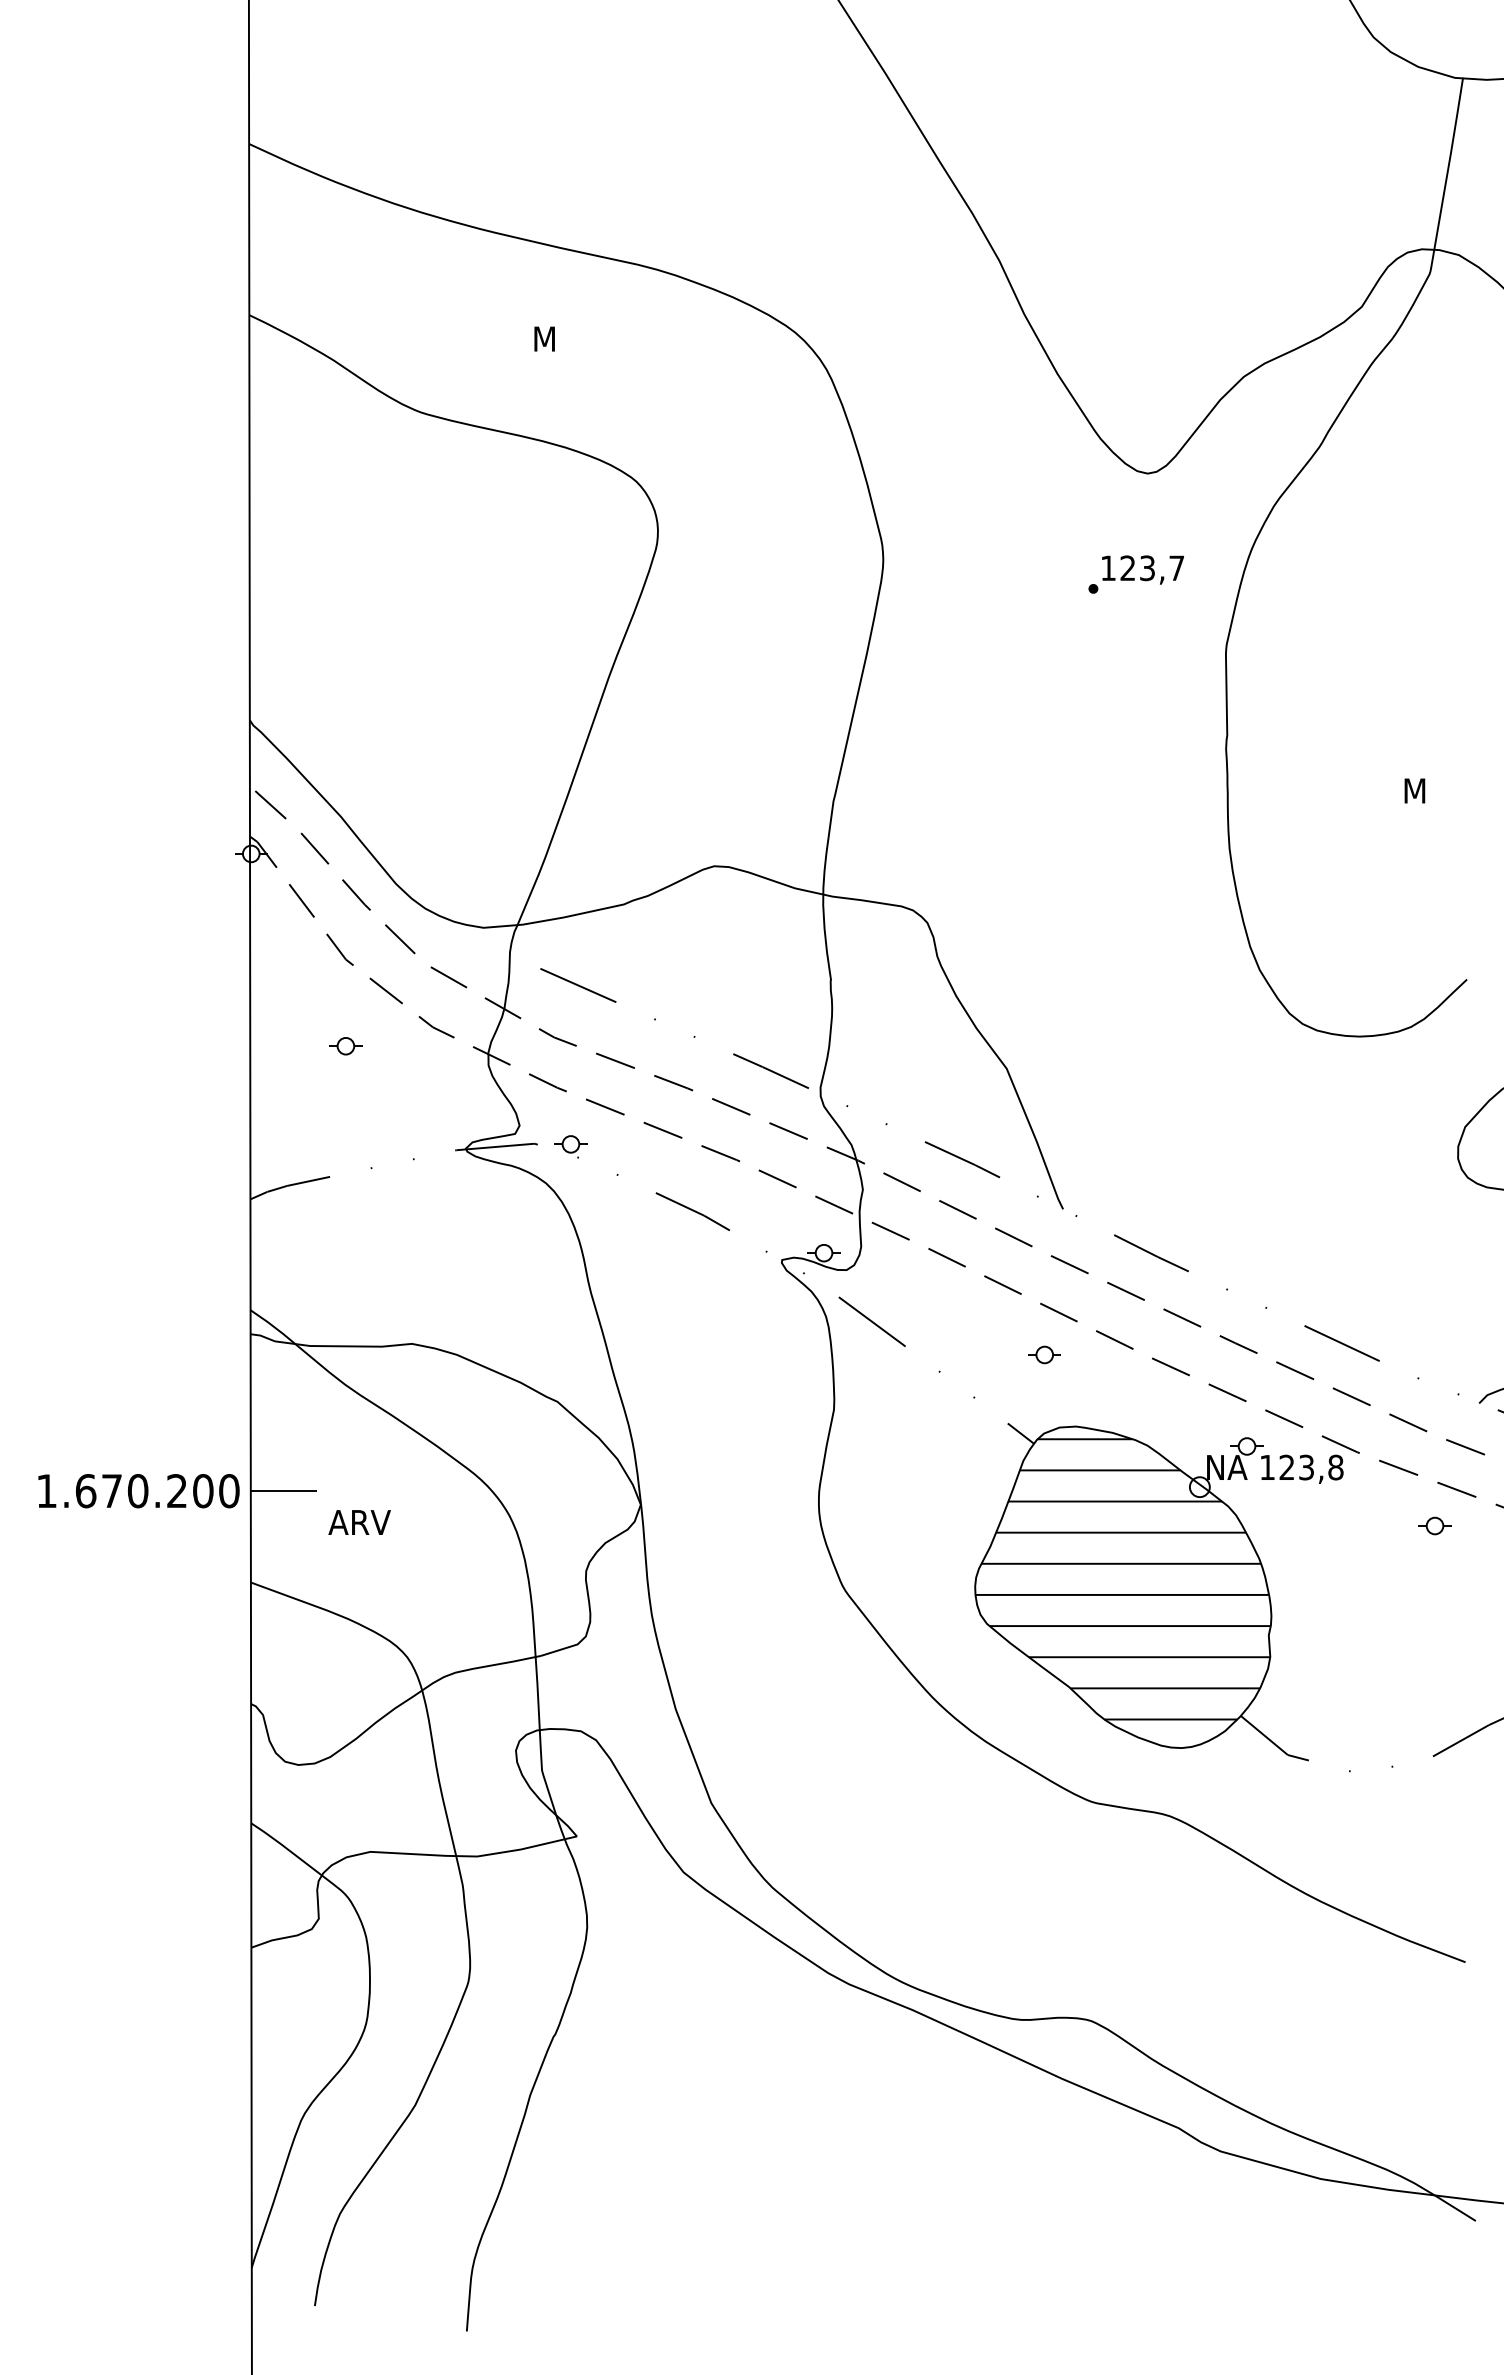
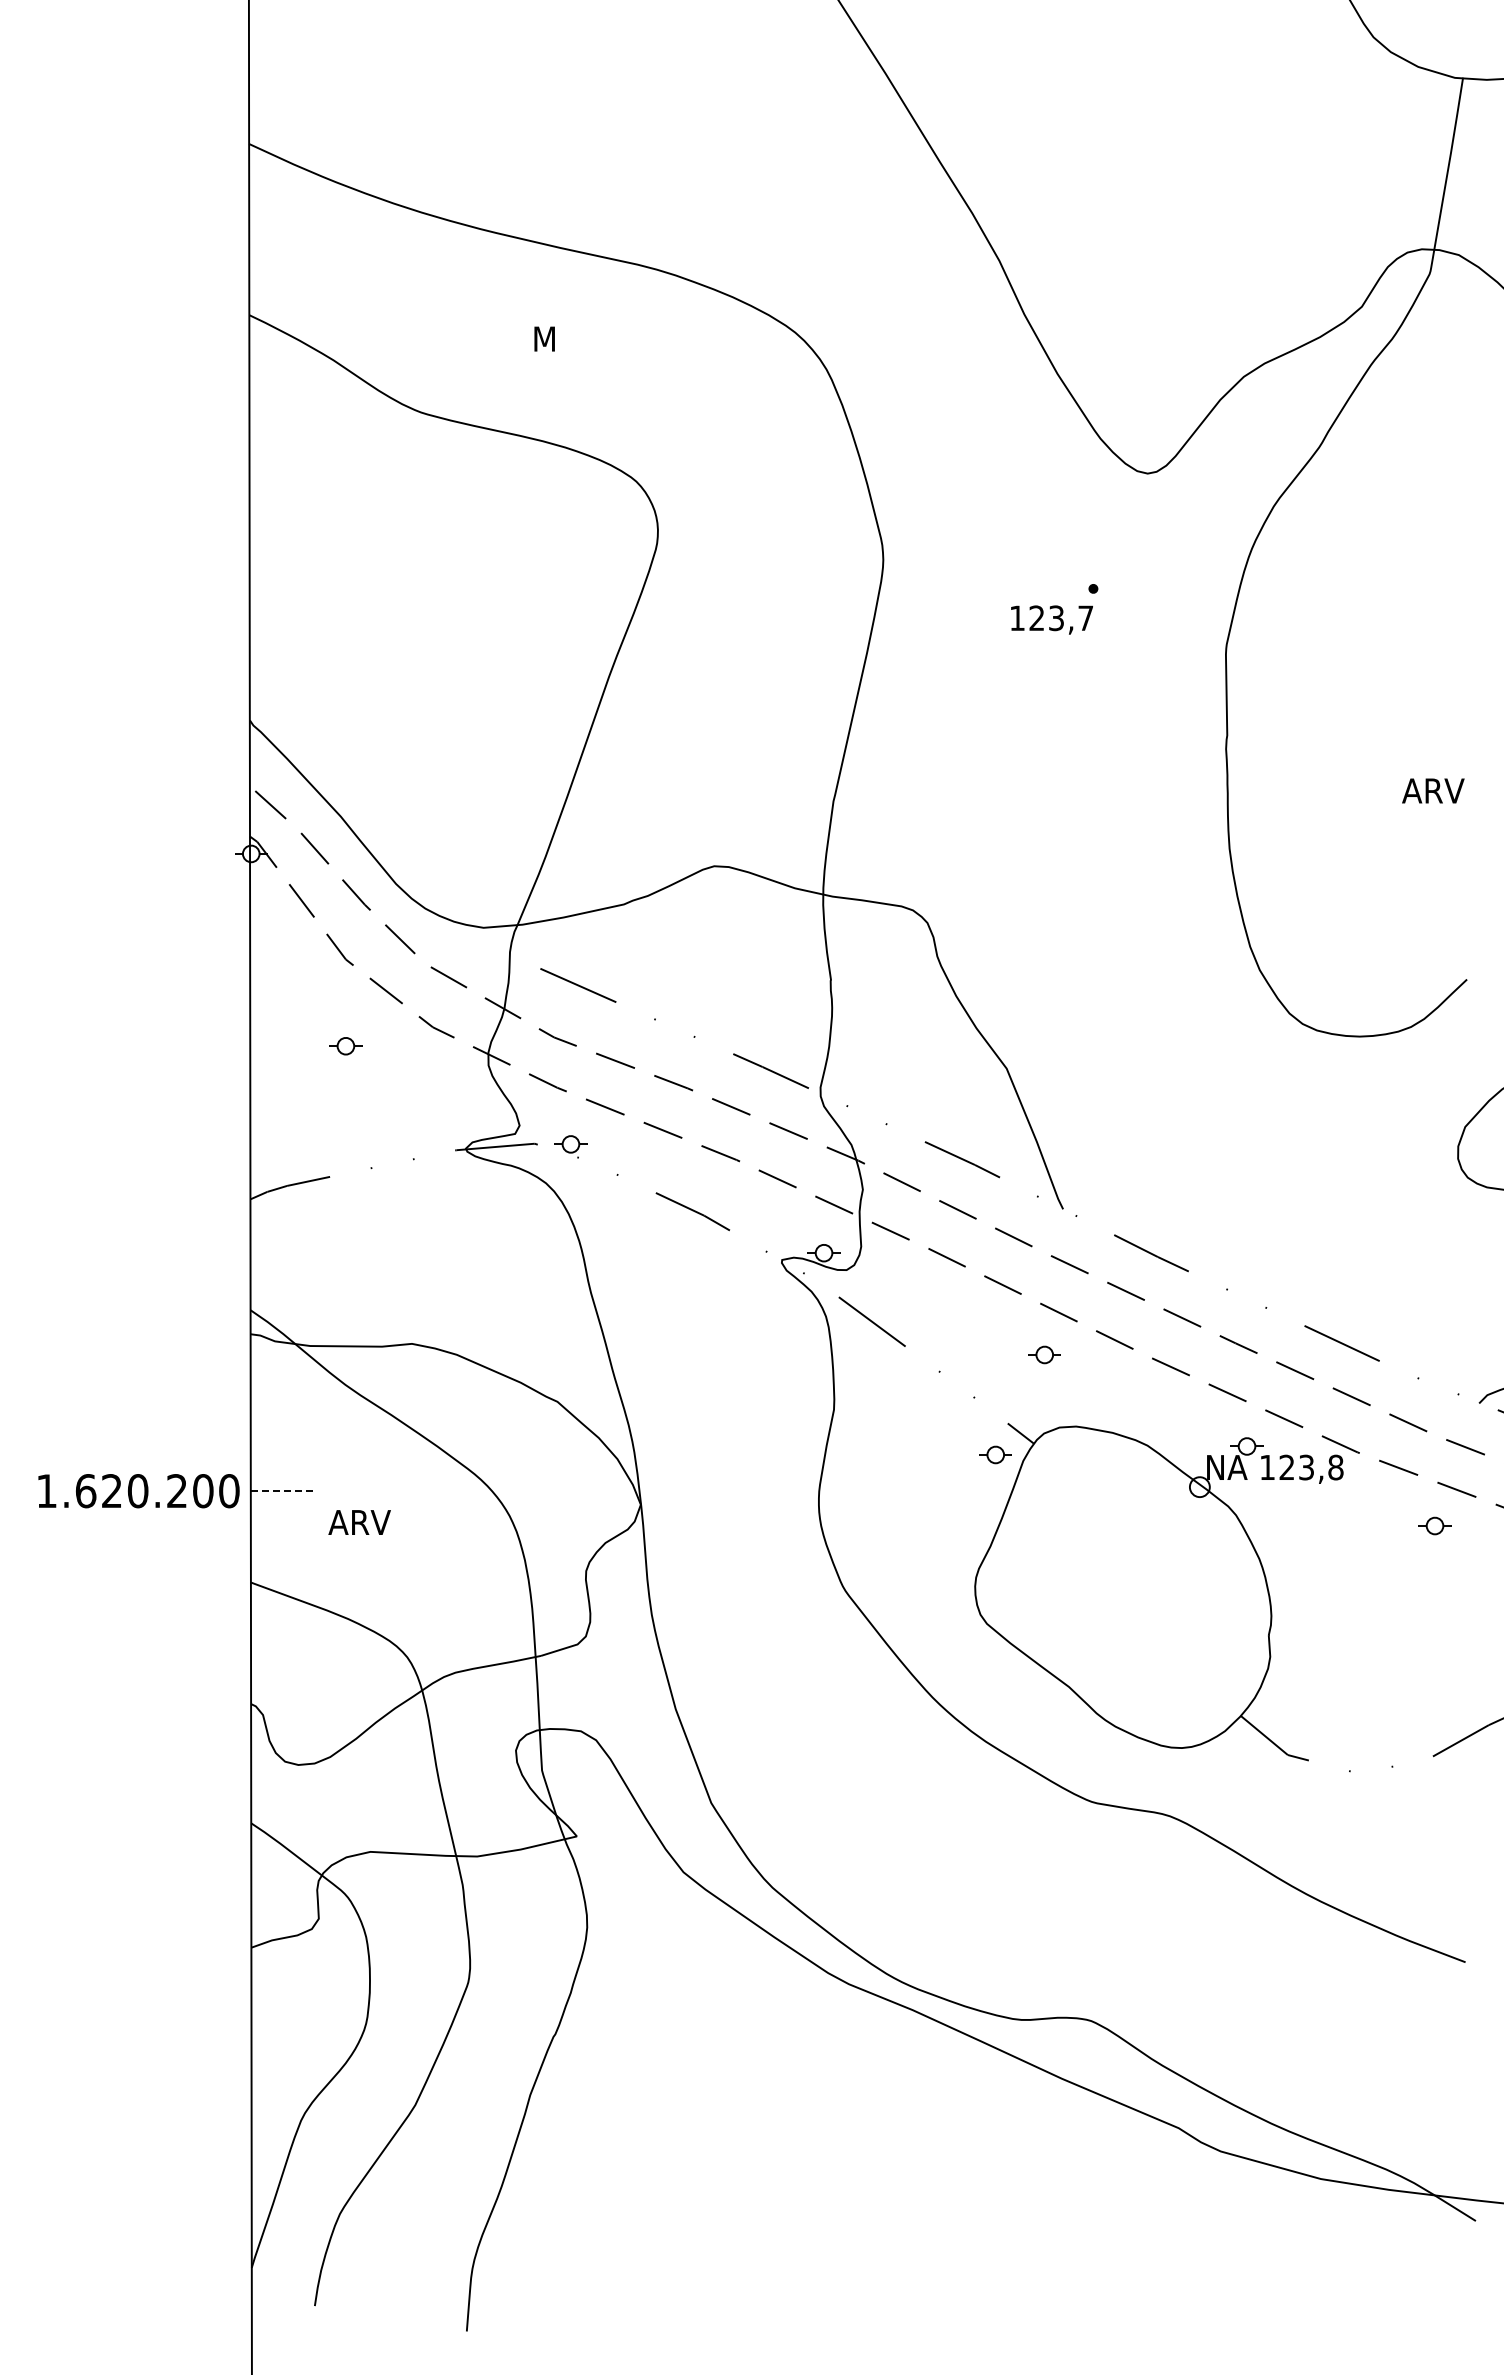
text at (1142, 569) position: (1142, 569) -> (1051, 619)
text at (1433, 790): M -> ARV
part at (995, 1454): none -> present
text at (111, 1490): 1.670.200 -> 1.620.200
line at (284, 1491): solid -> dashed
hatch at (1122, 1579): present -> none
